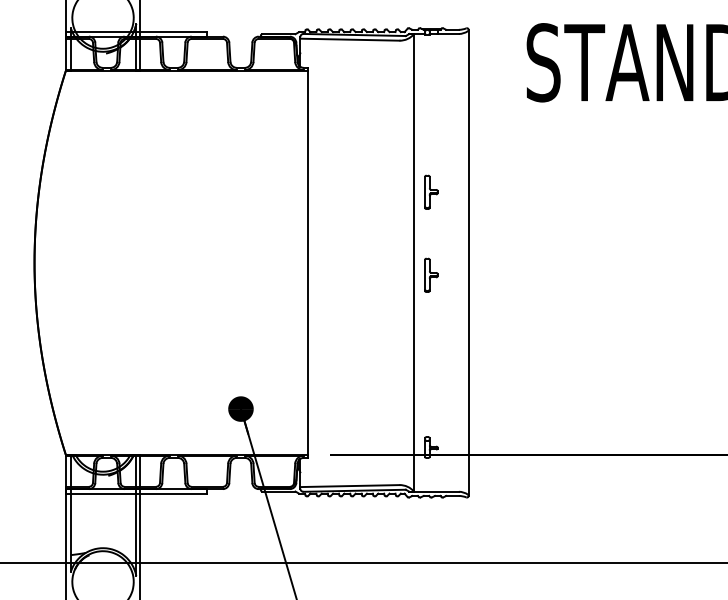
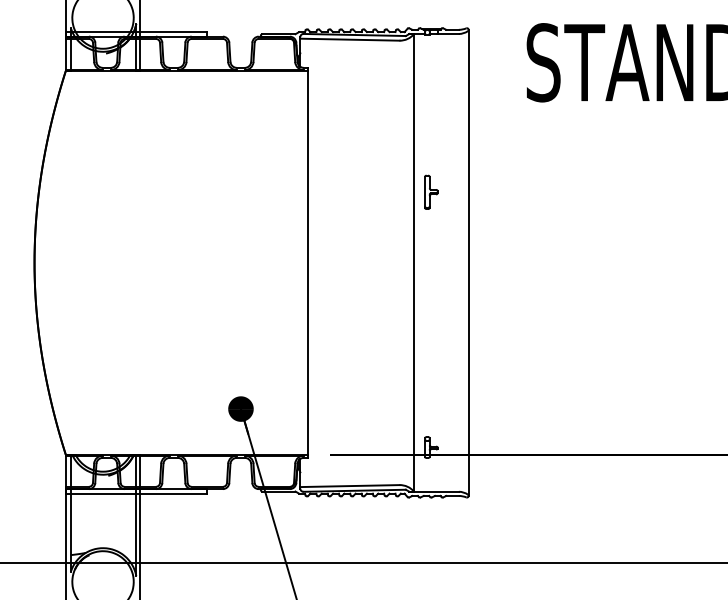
part at (431, 274): present -> none
